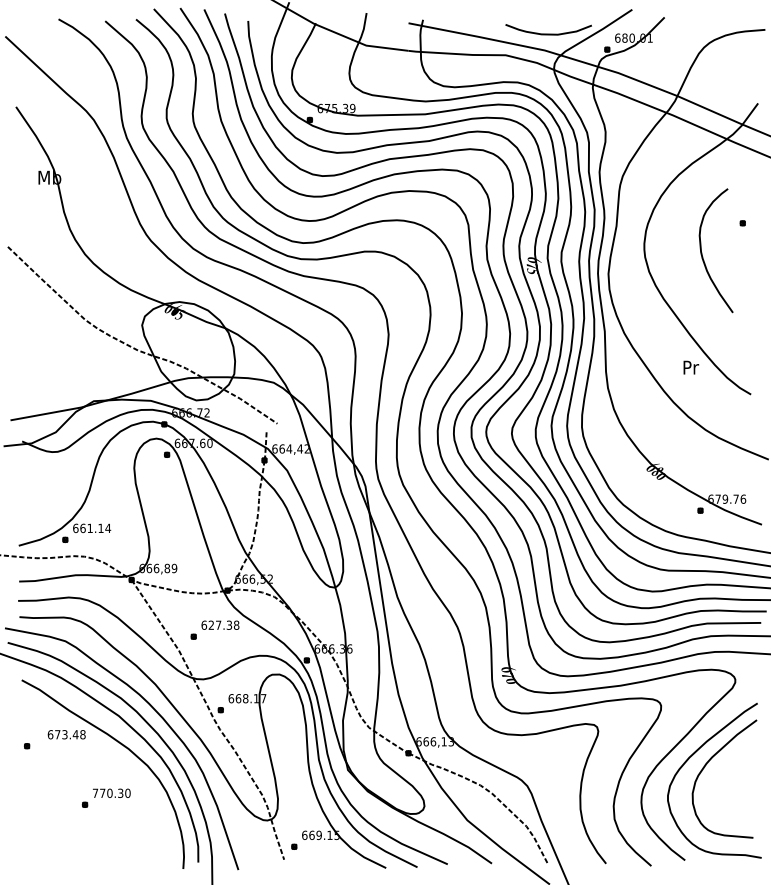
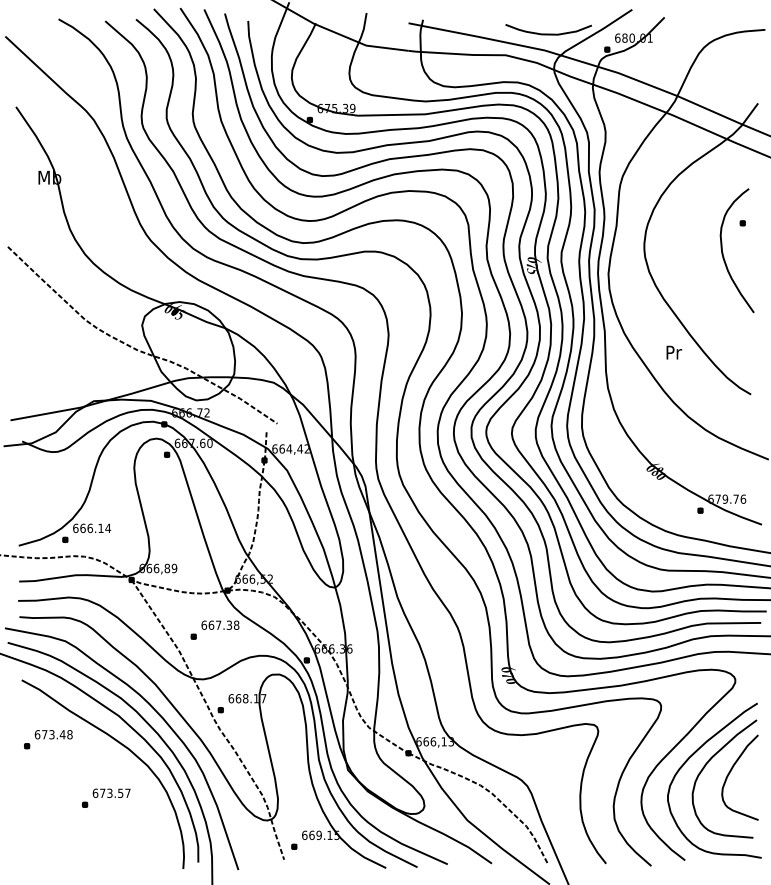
curve at (702, 252) position: (702, 252) -> (723, 252)
text at (691, 367) position: (691, 367) -> (674, 352)
text at (89, 528): 661.14 -> 666.14
text at (211, 624): 627.38 -> 667.38
text at (66, 734) position: (66, 734) -> (53, 734)
curve at (730, 773): none -> present
text at (111, 792): 770.30 -> 673.57
